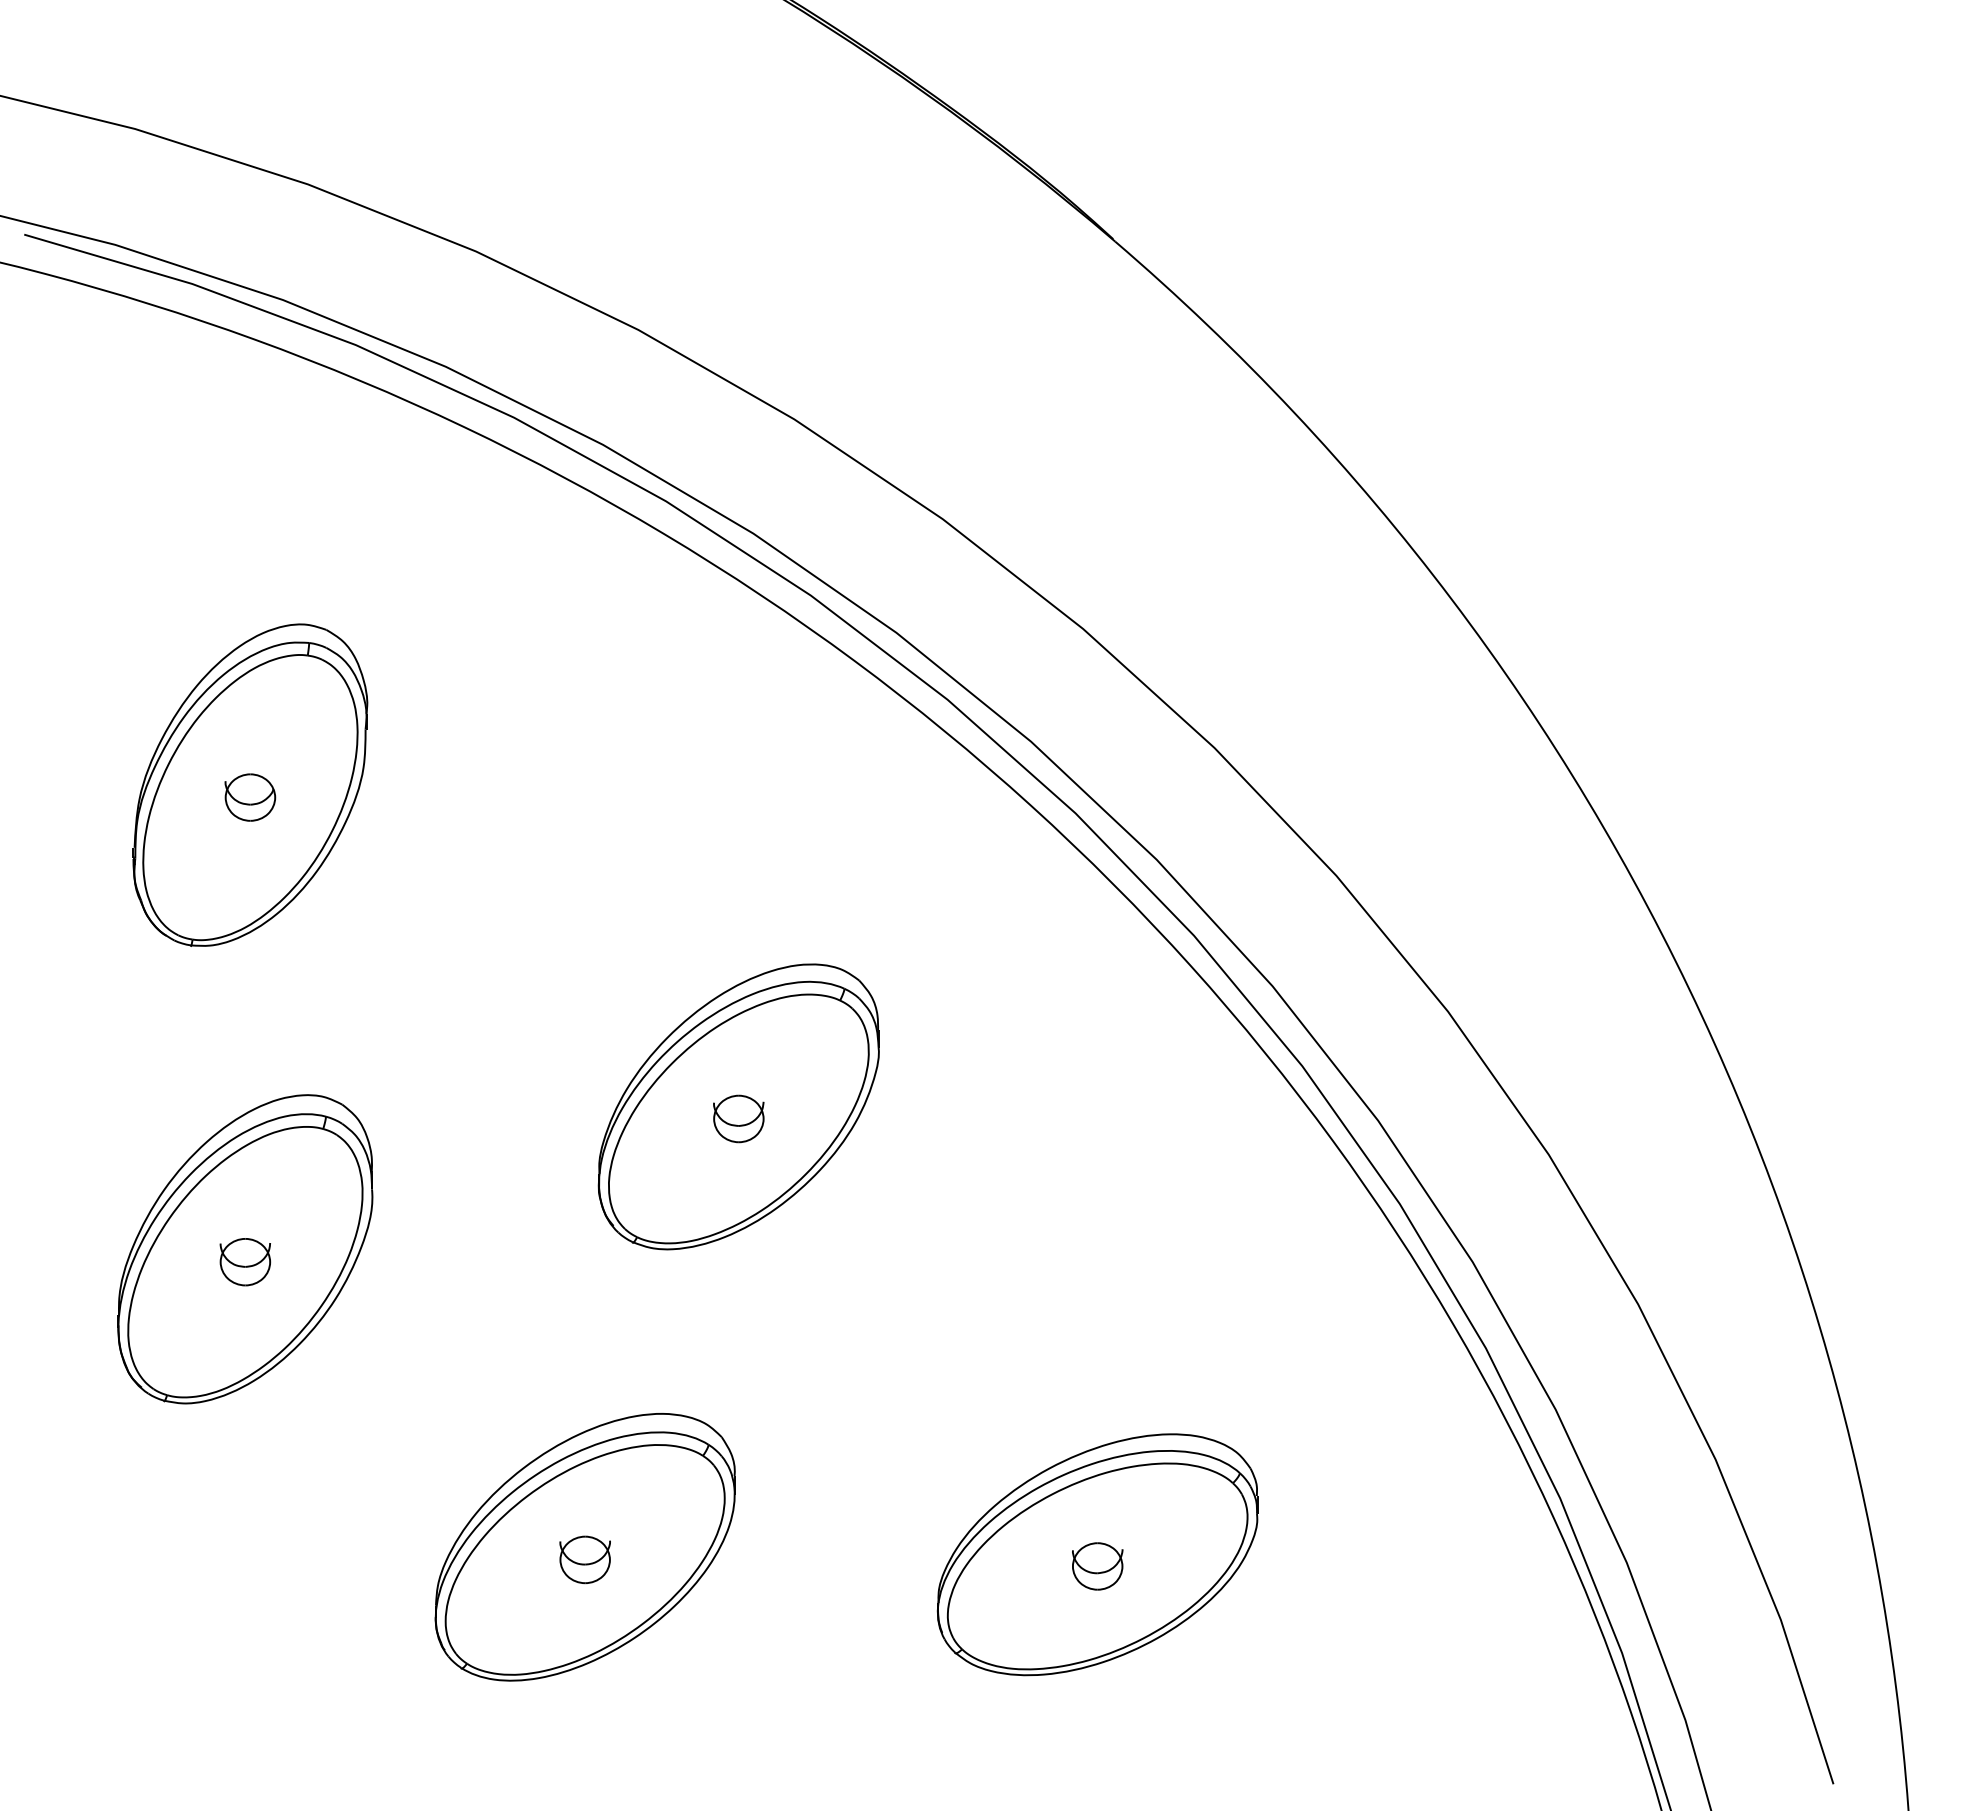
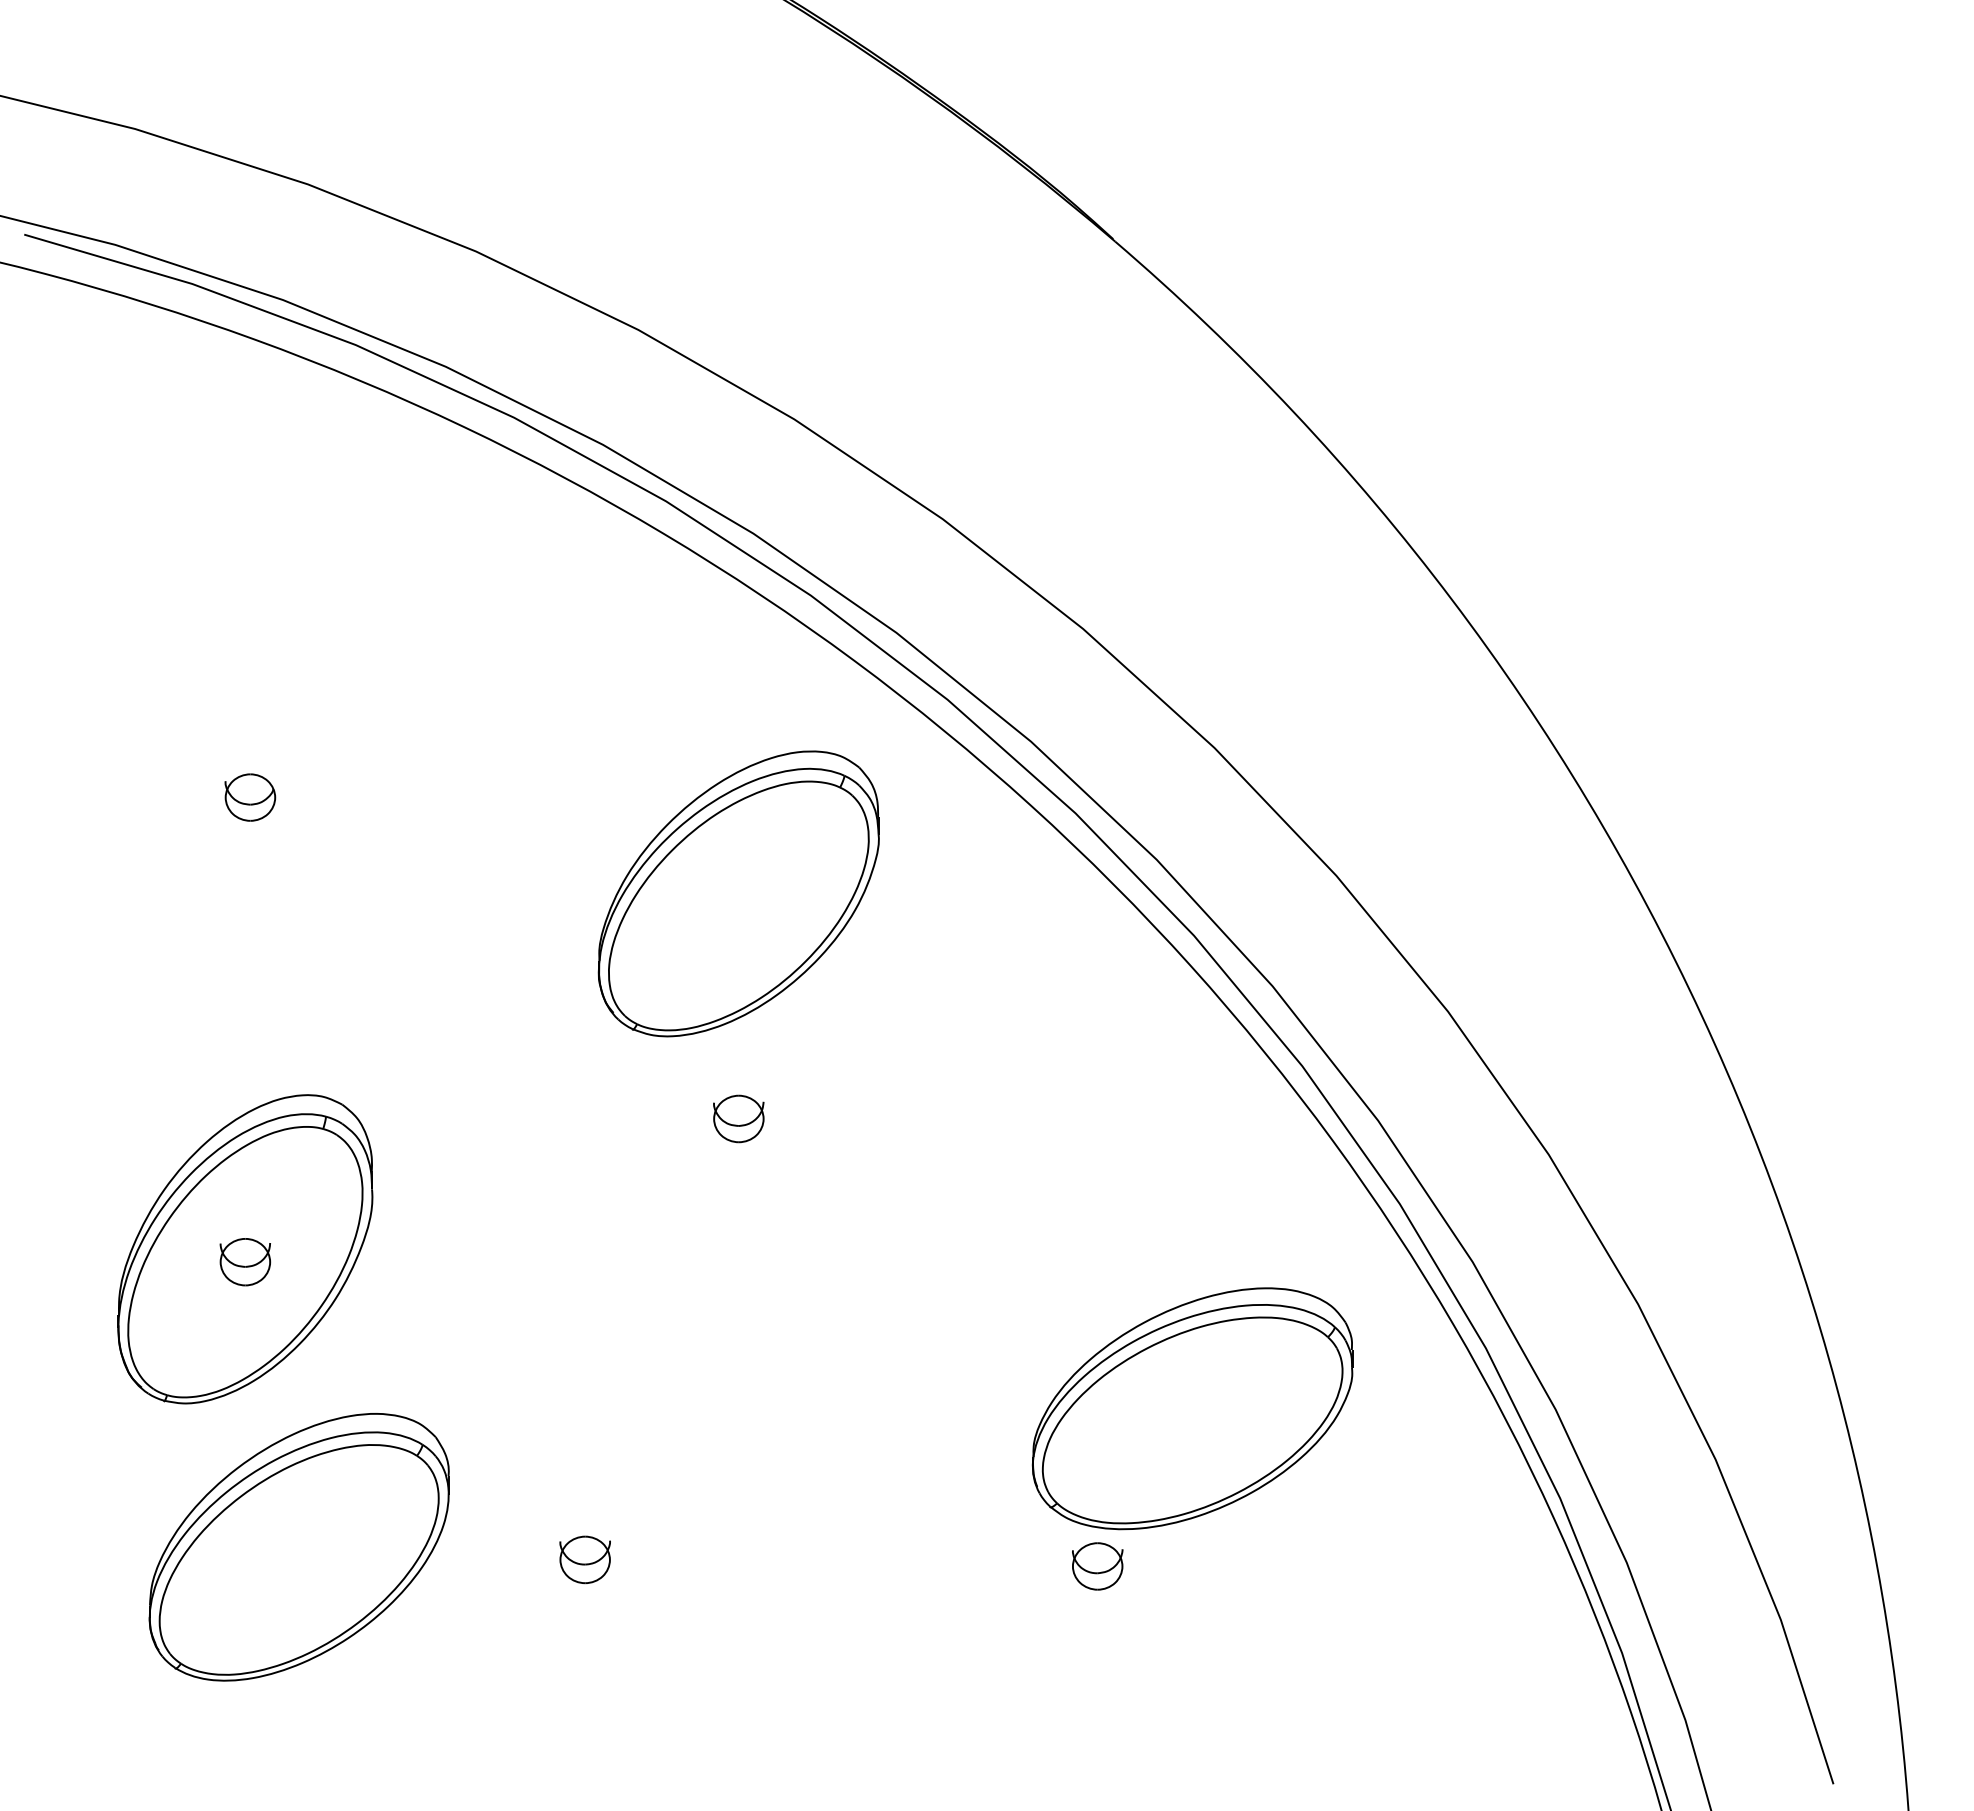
part at (250, 784): present -> none
part at (738, 1106) position: (738, 1106) -> (738, 893)
part at (584, 1547) position: (584, 1547) -> (298, 1547)
part at (1097, 1554) position: (1097, 1554) -> (1192, 1408)
